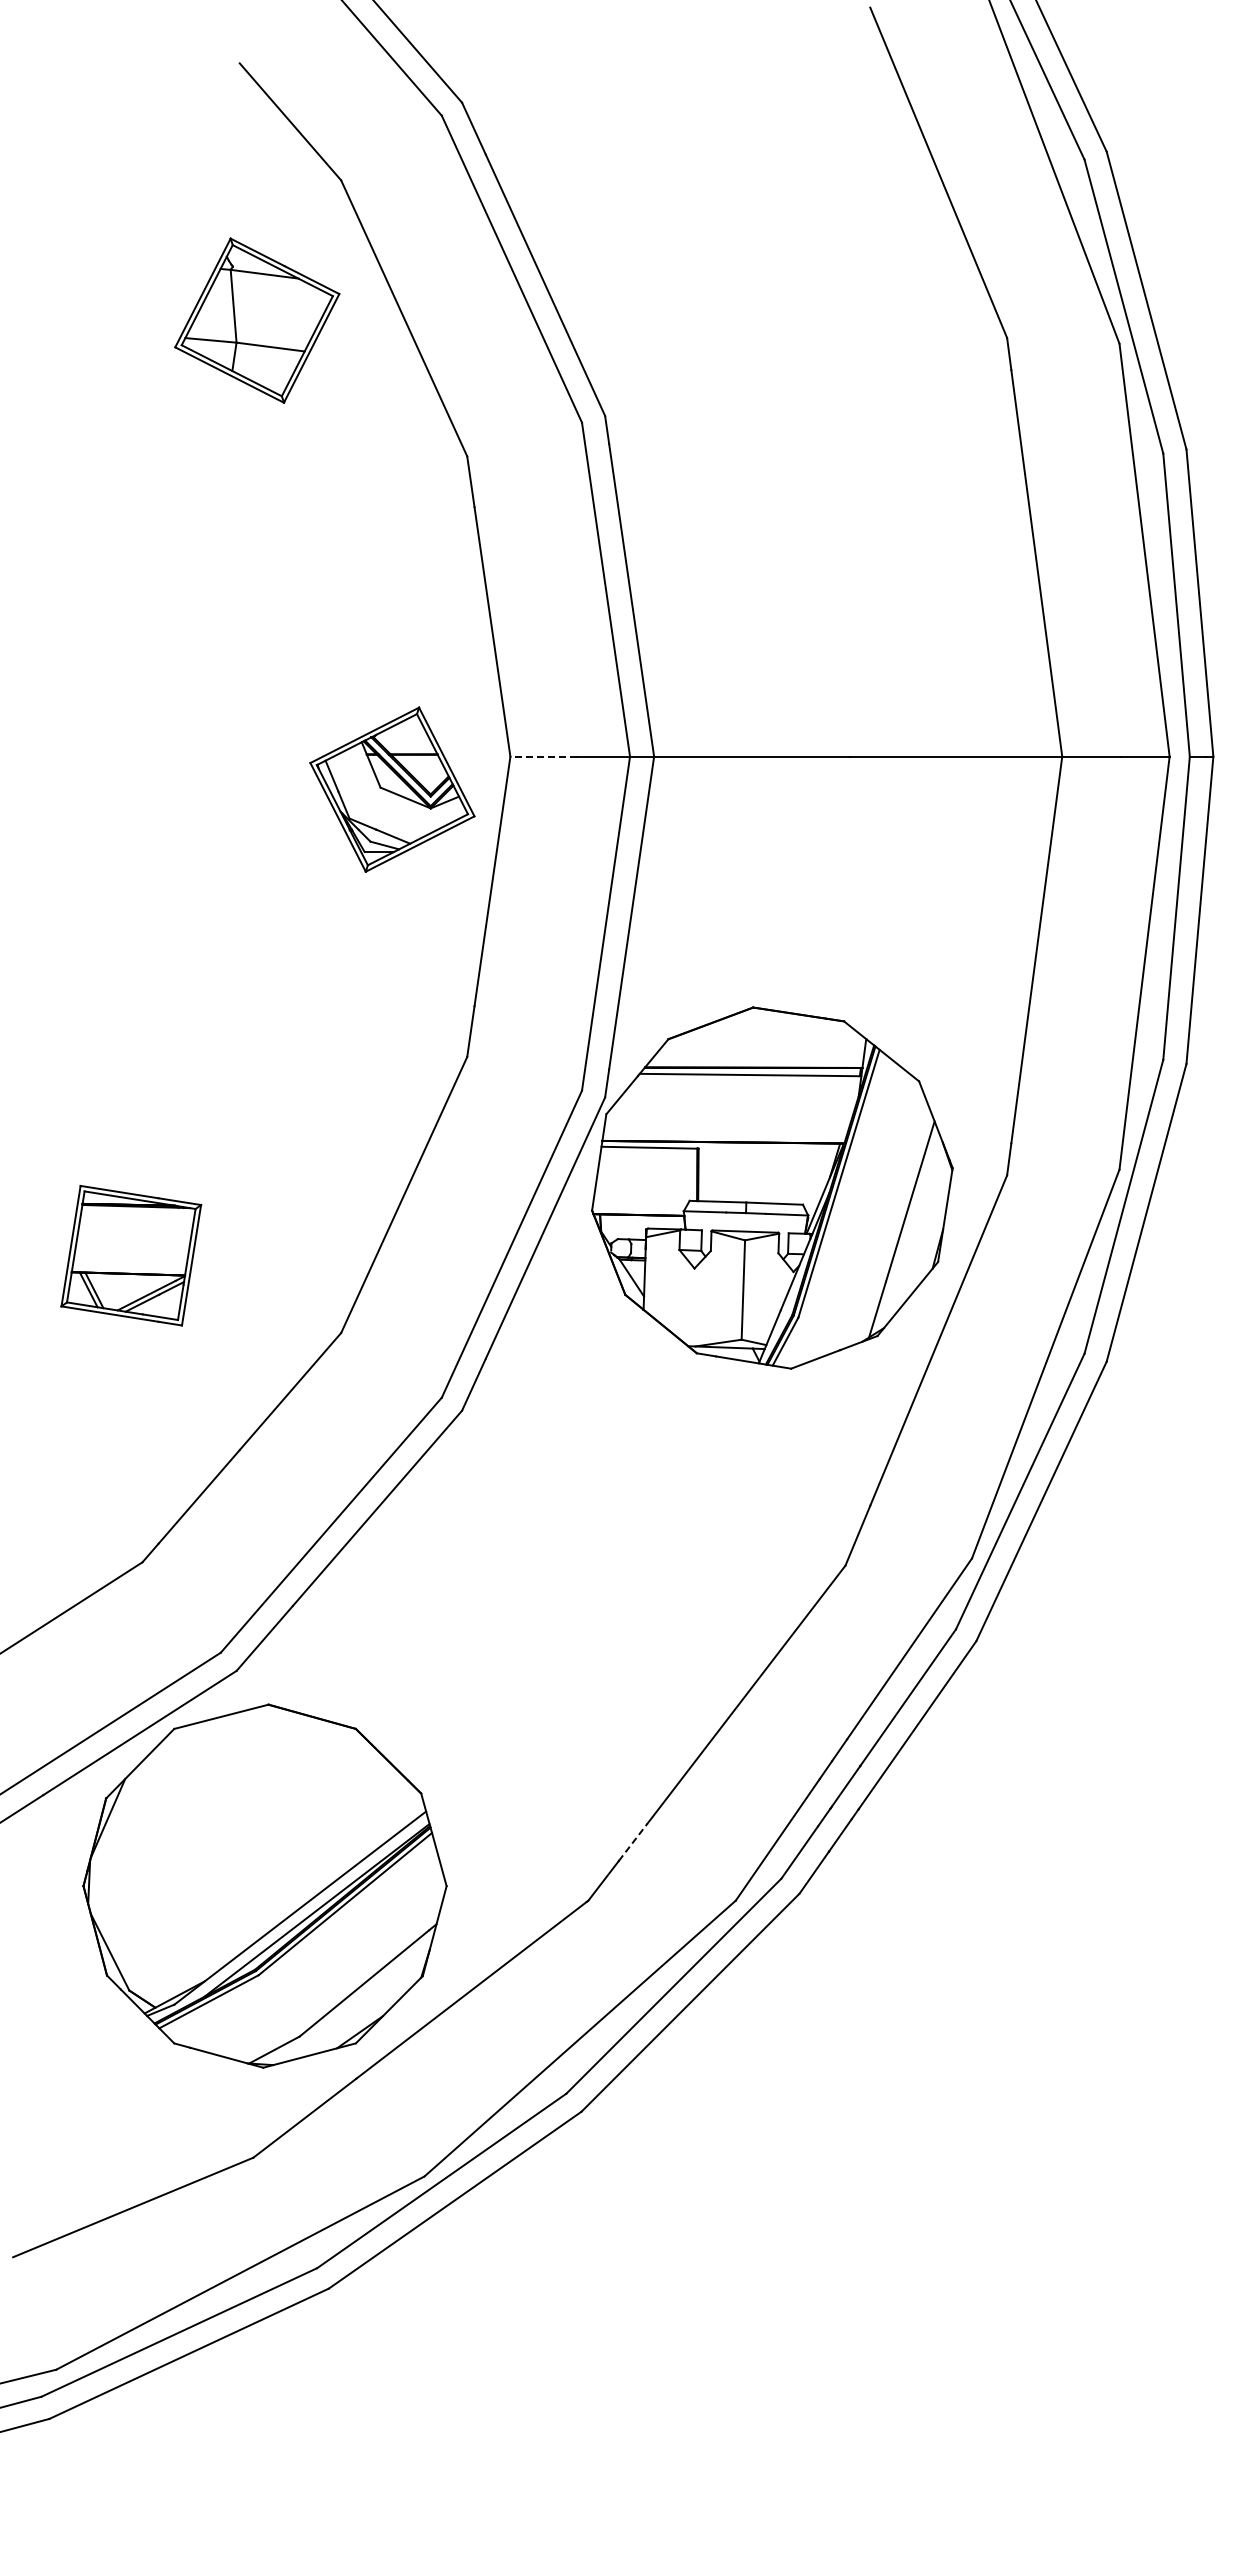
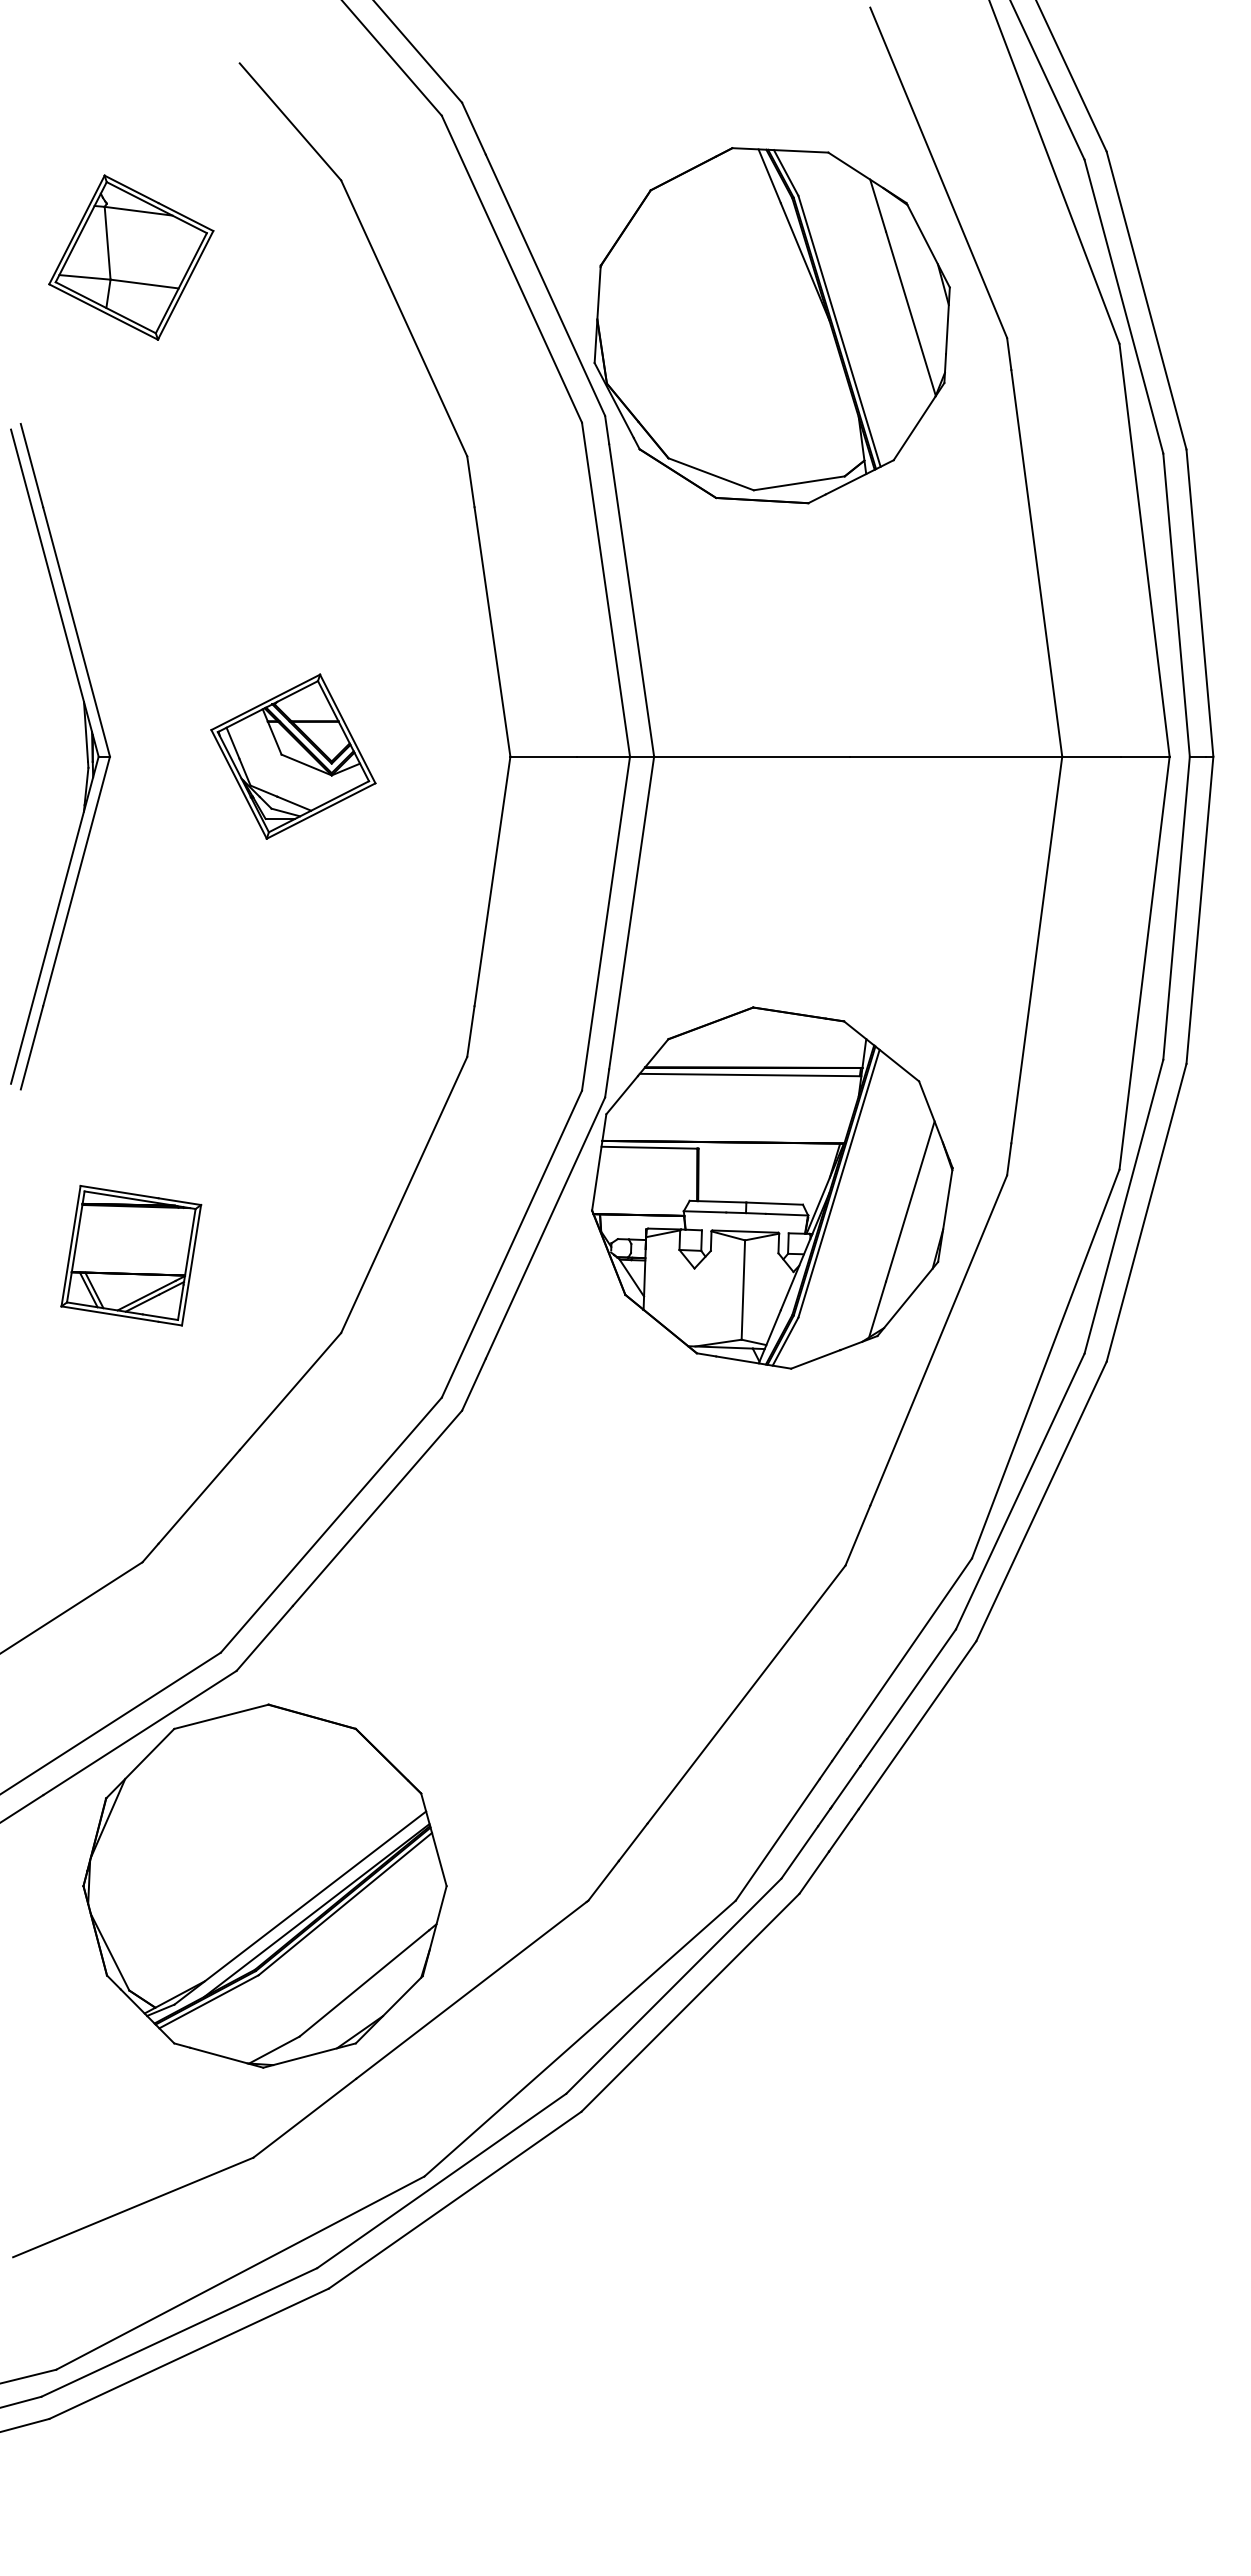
part at (257, 320) position: (257, 320) -> (131, 257)
part at (771, 325): none -> present
part at (86, 756): none -> present
line at (543, 756): dashed -> solid
part at (392, 789) position: (392, 789) -> (293, 756)
line at (633, 1842): dashed -> solid
